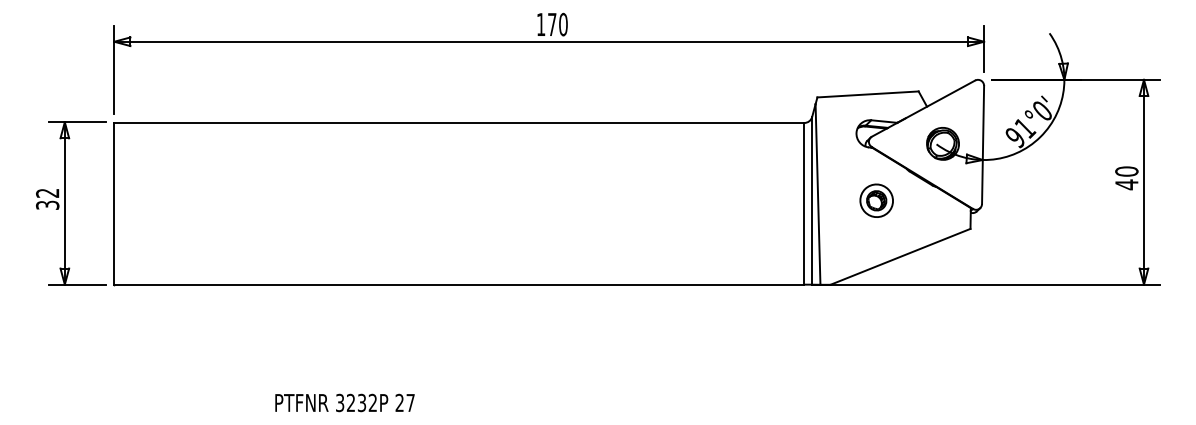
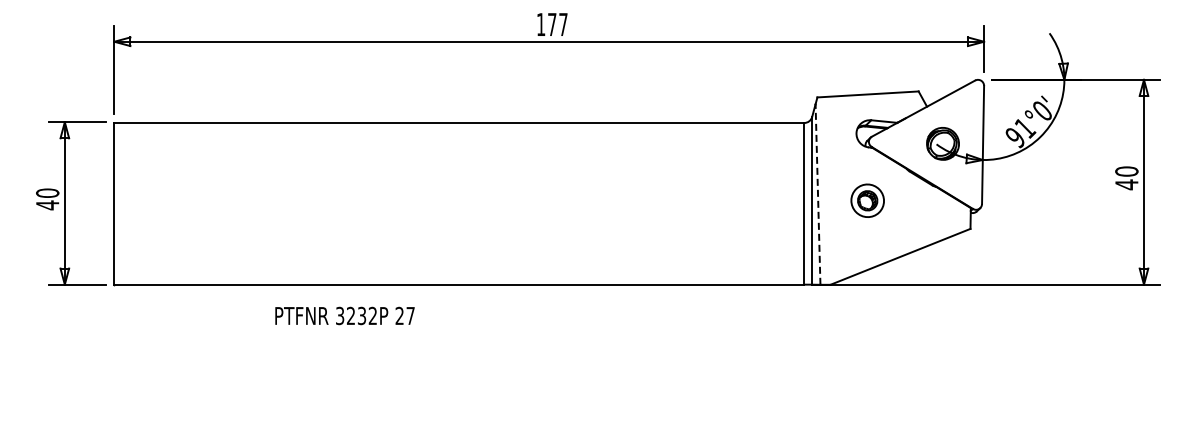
text at (563, 24): 170 -> 177
line at (818, 194): solid -> dashed
text at (47, 199): 32 -> 40
part at (876, 200) position: (876, 200) -> (867, 200)
text at (344, 402) position: (344, 402) -> (344, 315)
